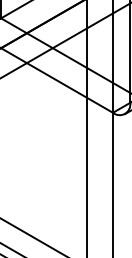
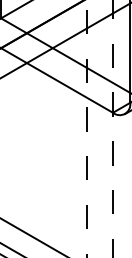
line at (87, 128): solid -> dashed
line at (112, 128): solid -> dashed
